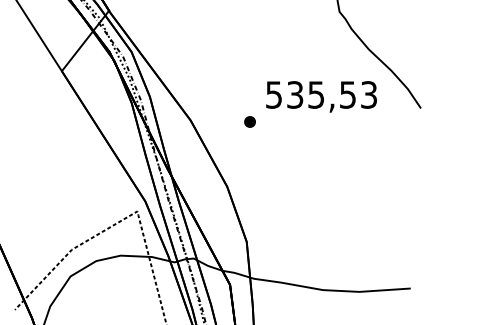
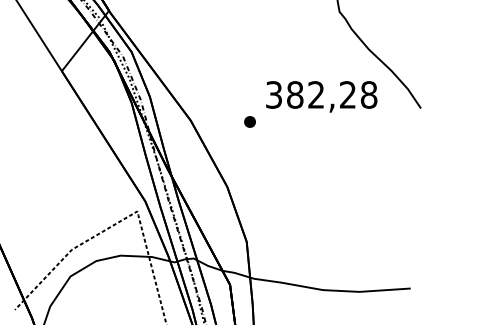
text at (321, 94): 535,53 -> 382,28
